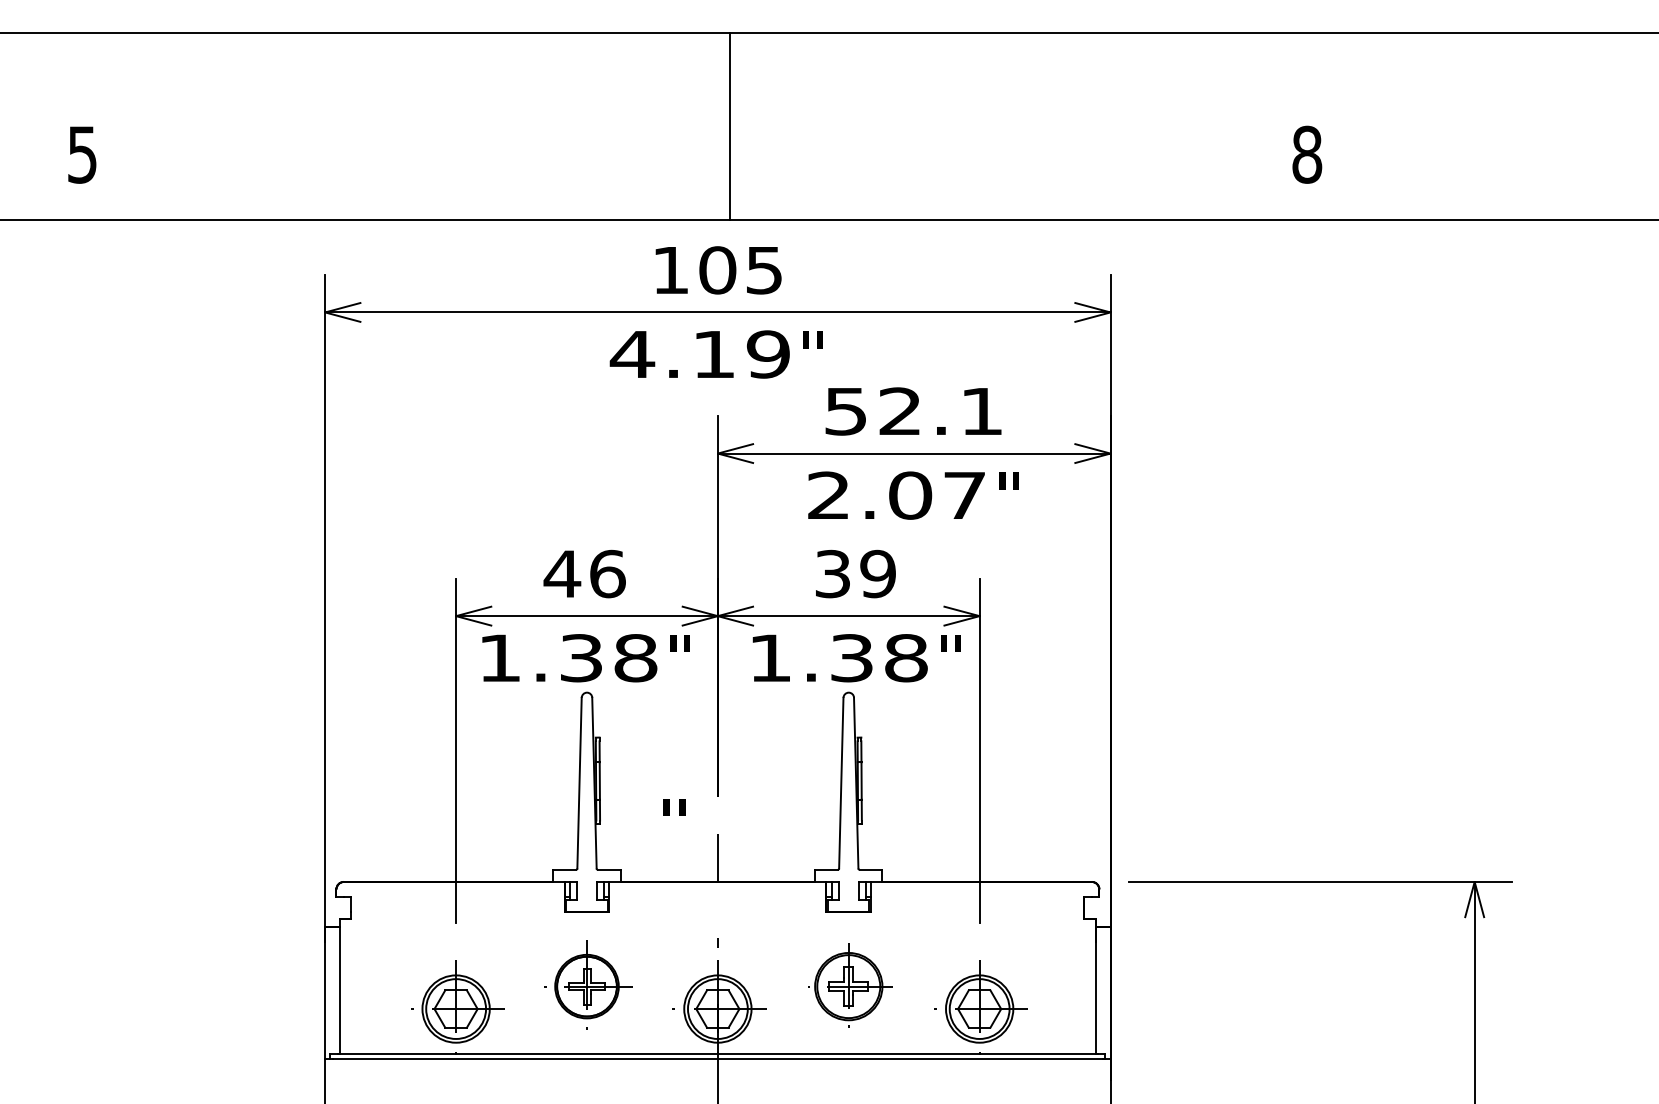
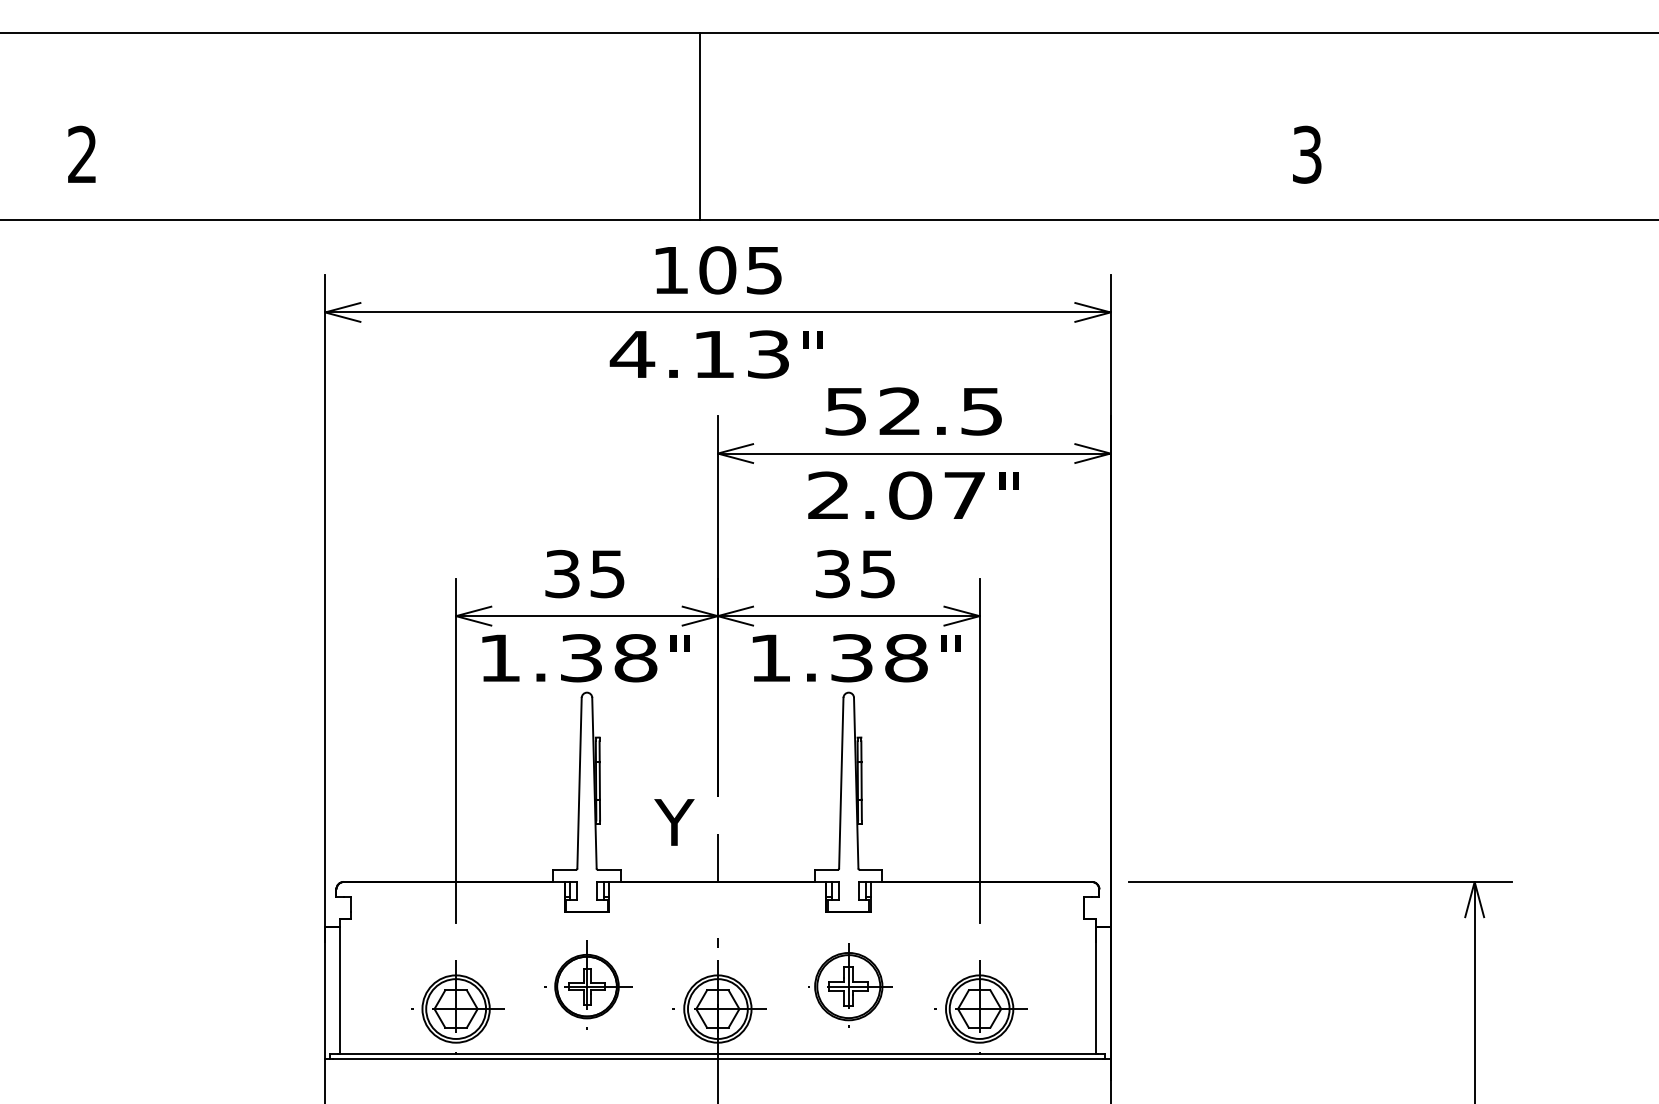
line at (730, 126) position: (730, 126) -> (700, 126)
text at (82, 154): 5 -> 2
text at (1307, 154): 8 -> 3
text at (767, 354): 4.19 -> 4.13
text at (981, 411): 52.1 -> 52.5
text at (584, 573): 46 -> 35
text at (877, 573): 39 -> 35
text at (674, 822): " -> Y
